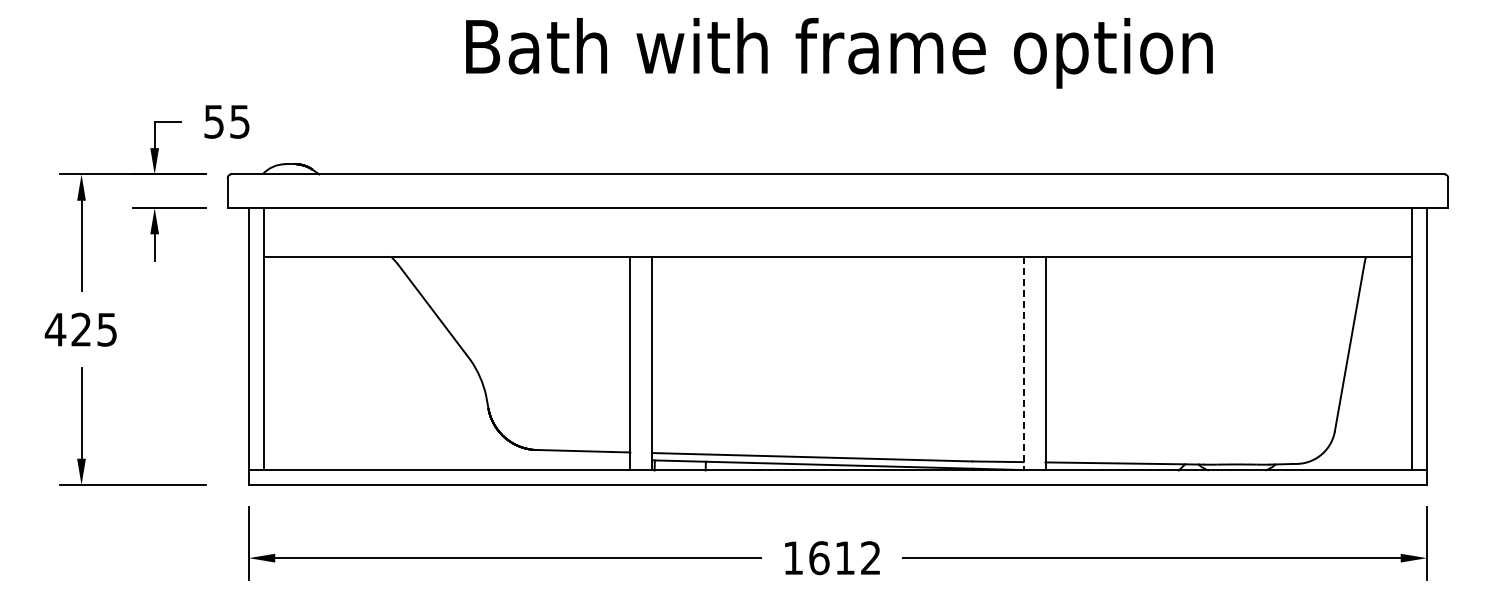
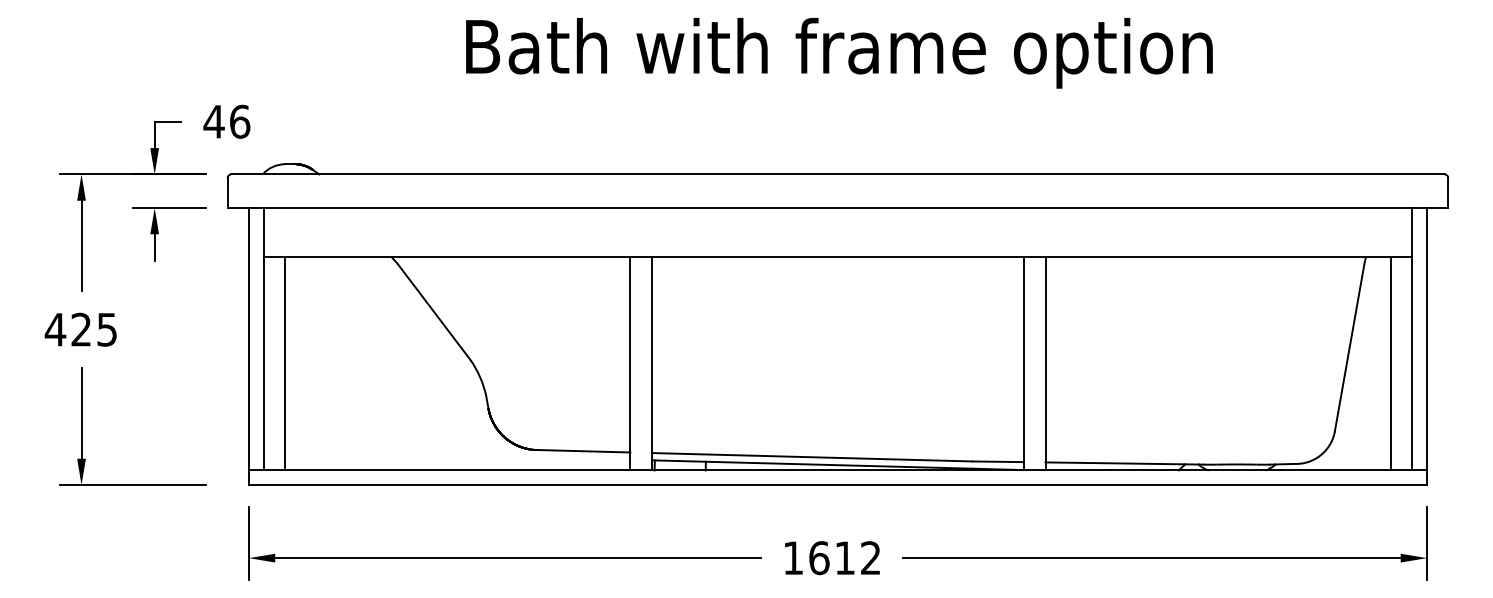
text at (226, 121): 55 -> 46
line at (285, 363): none -> present
line at (1023, 363): dashed -> solid
line at (1390, 363): none -> present
